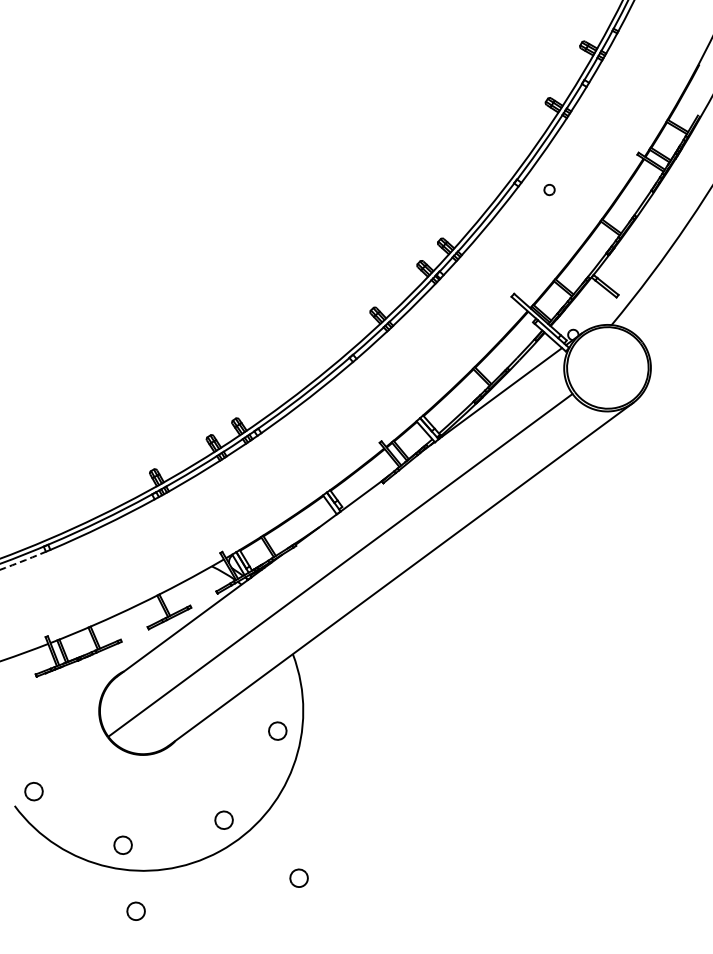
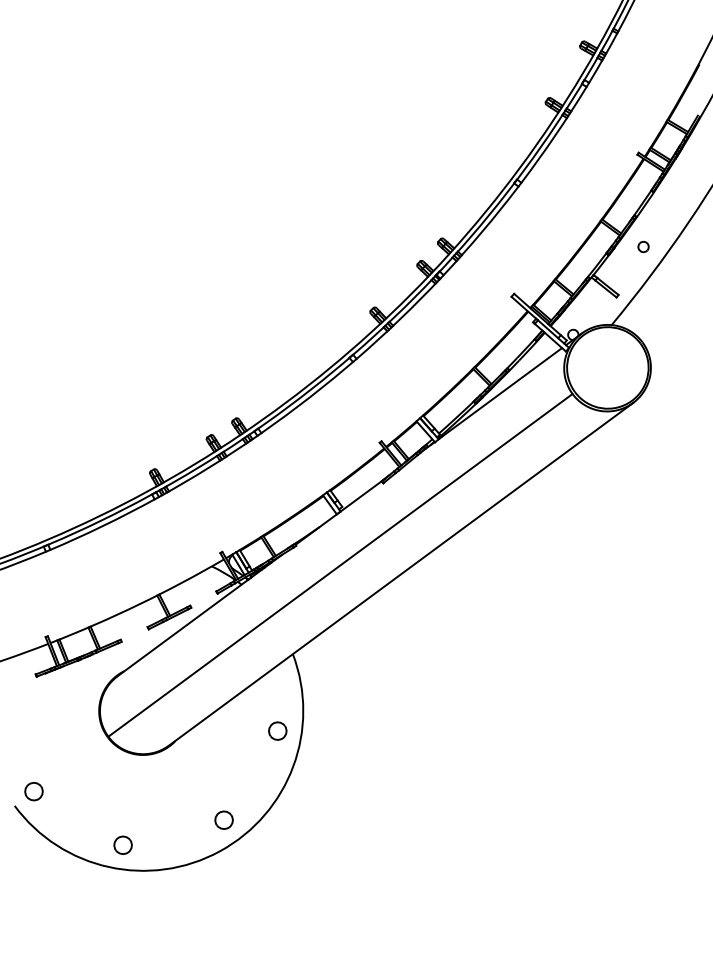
part at (549, 190) position: (549, 190) -> (643, 247)
arc at (23, 560): dashed -> solid
part at (298, 877): present -> none
part at (135, 910): present -> none
